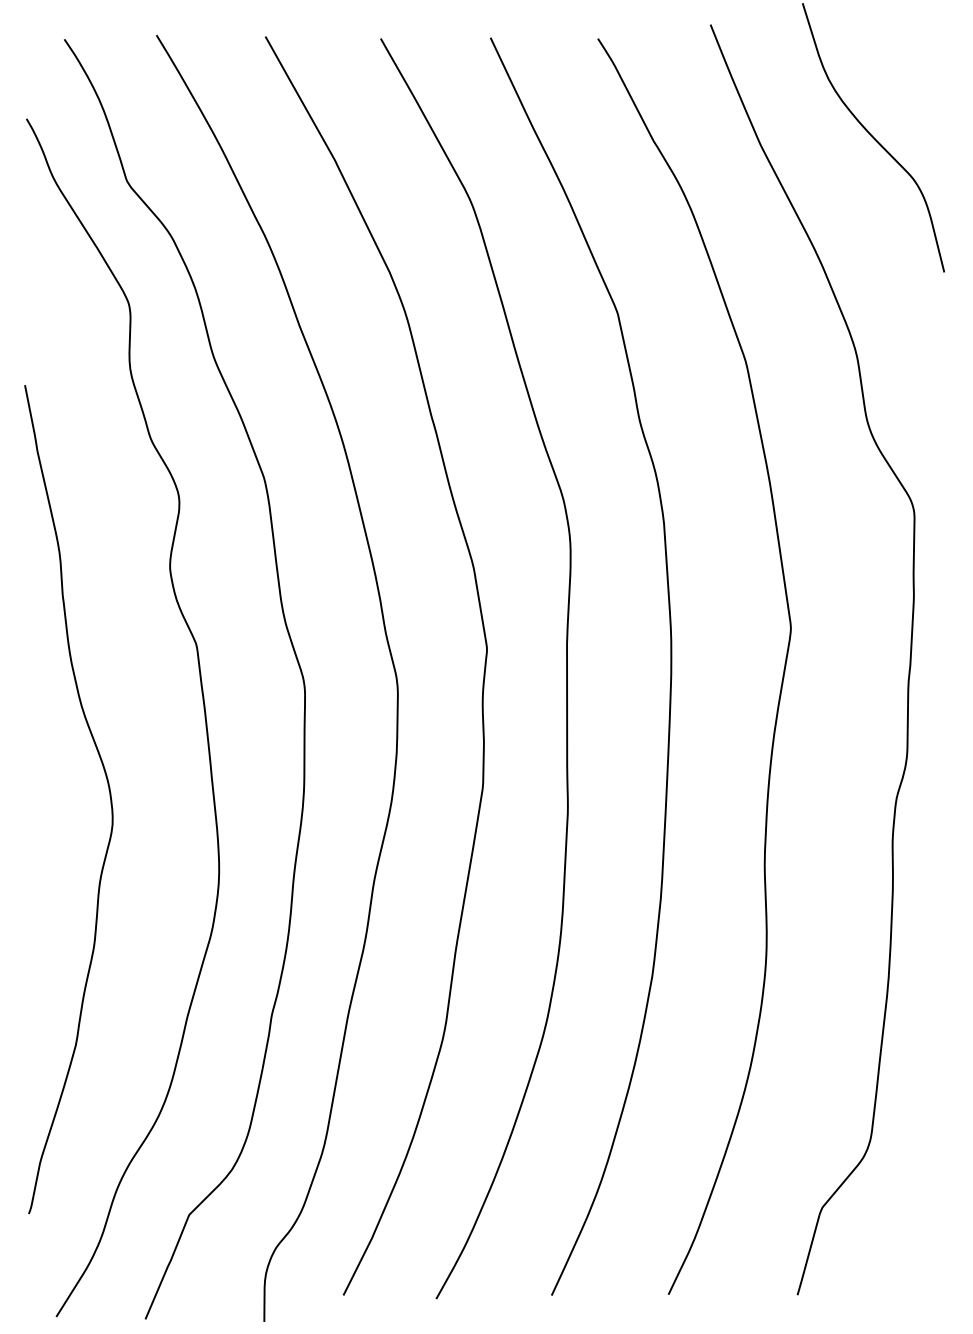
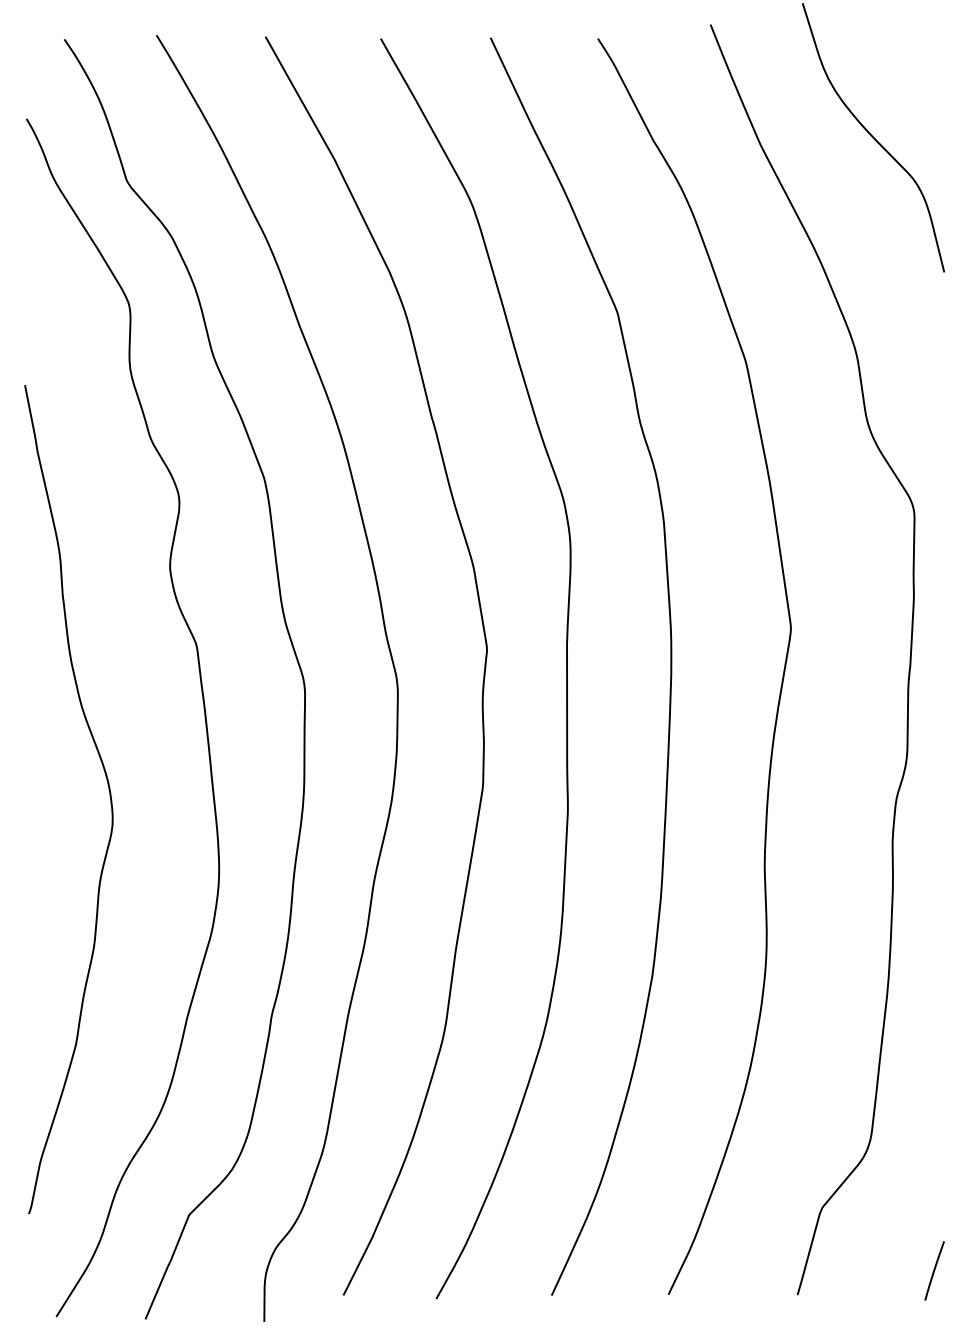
line at (934, 1270): none -> present
